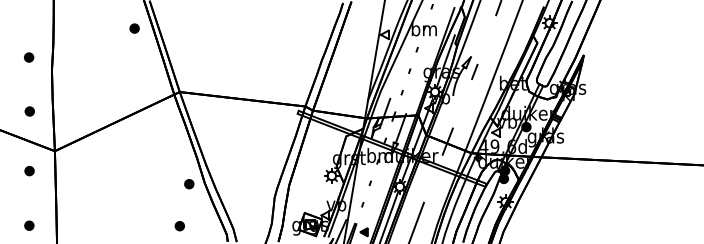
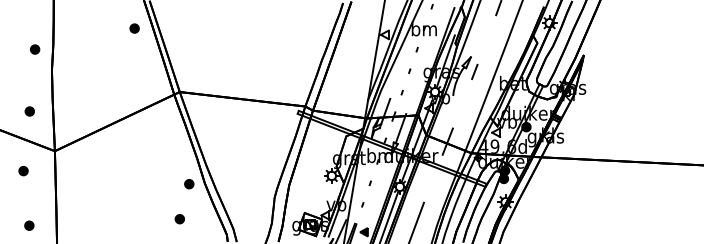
part at (29, 57) position: (29, 57) -> (35, 49)
part at (29, 171) position: (29, 171) -> (23, 171)
part at (179, 226) position: (179, 226) -> (179, 219)
